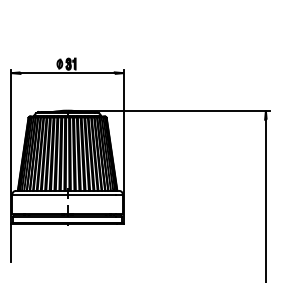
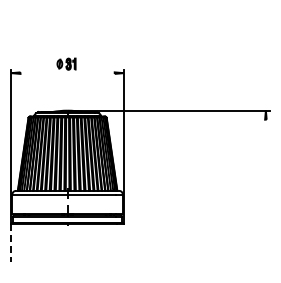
line at (67, 73): present -> none
line at (265, 199): present -> none
line at (11, 243): solid -> dashed
